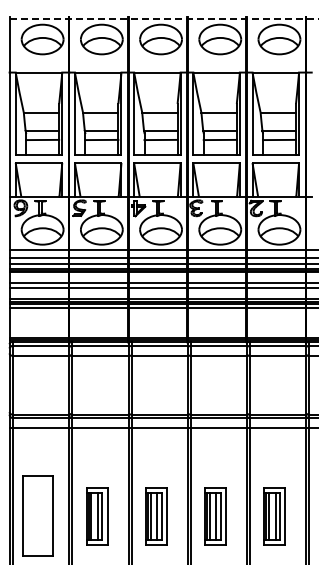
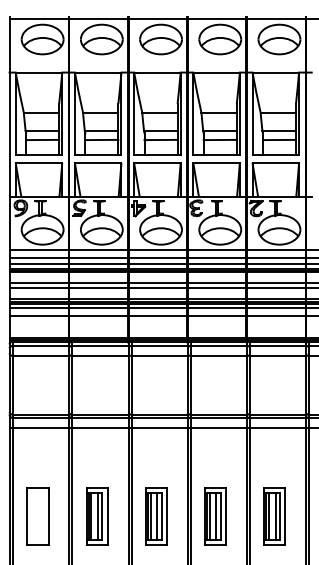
line at (164, 18): dashed -> solid
line at (162, 315): none -> present
part at (37, 515) size: 32x82 px -> 24x59 px
